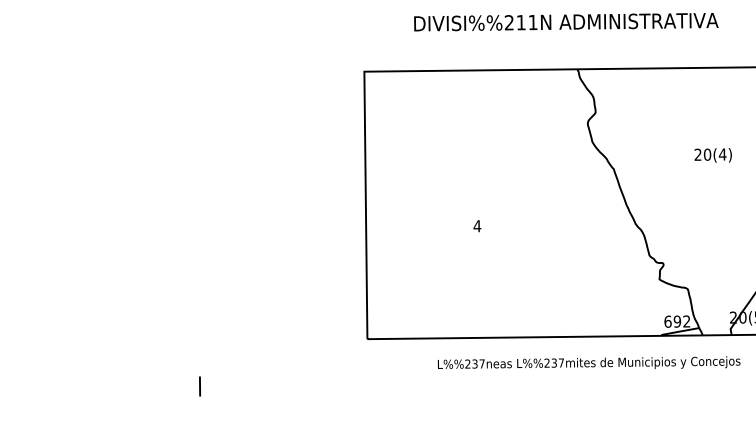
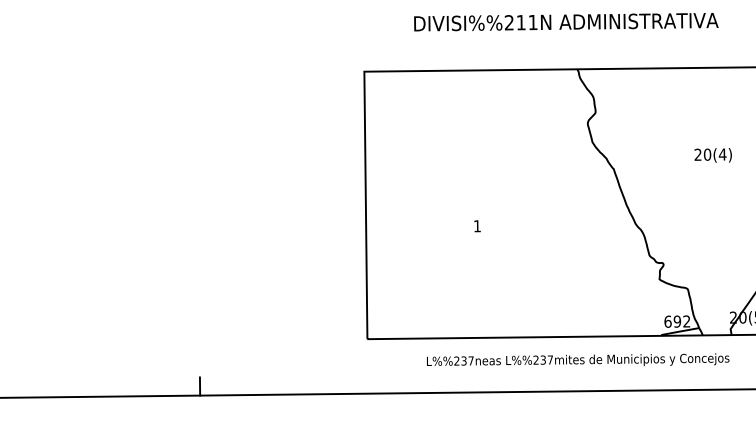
text at (477, 226): 4 -> 1
text at (588, 362) position: (588, 362) -> (577, 359)
line at (377, 393): none -> present
